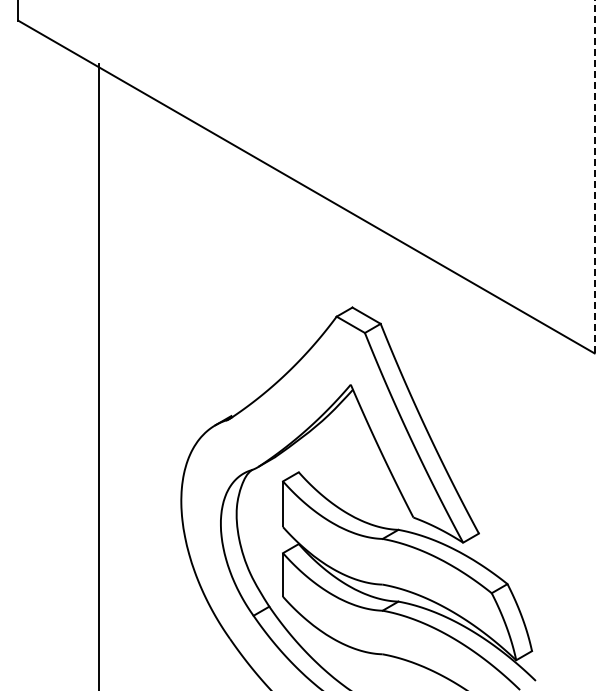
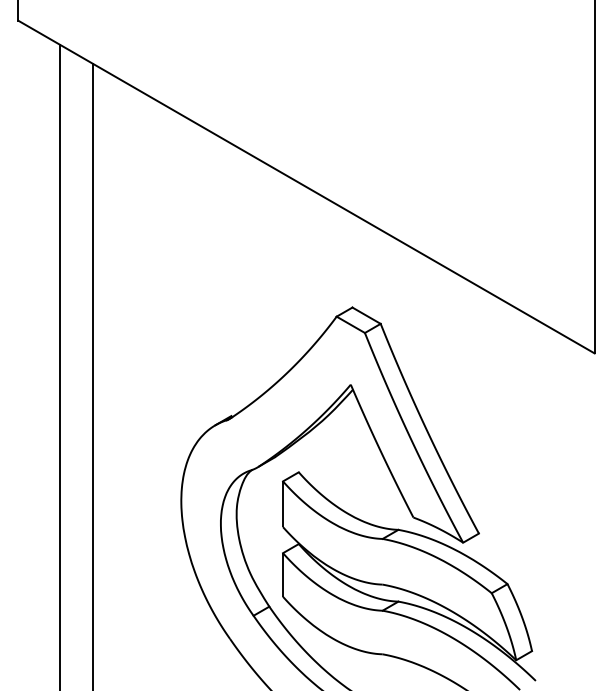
line at (594, 176): dashed -> solid
line at (60, 365): none -> present
line at (98, 375) position: (98, 375) -> (92, 375)
